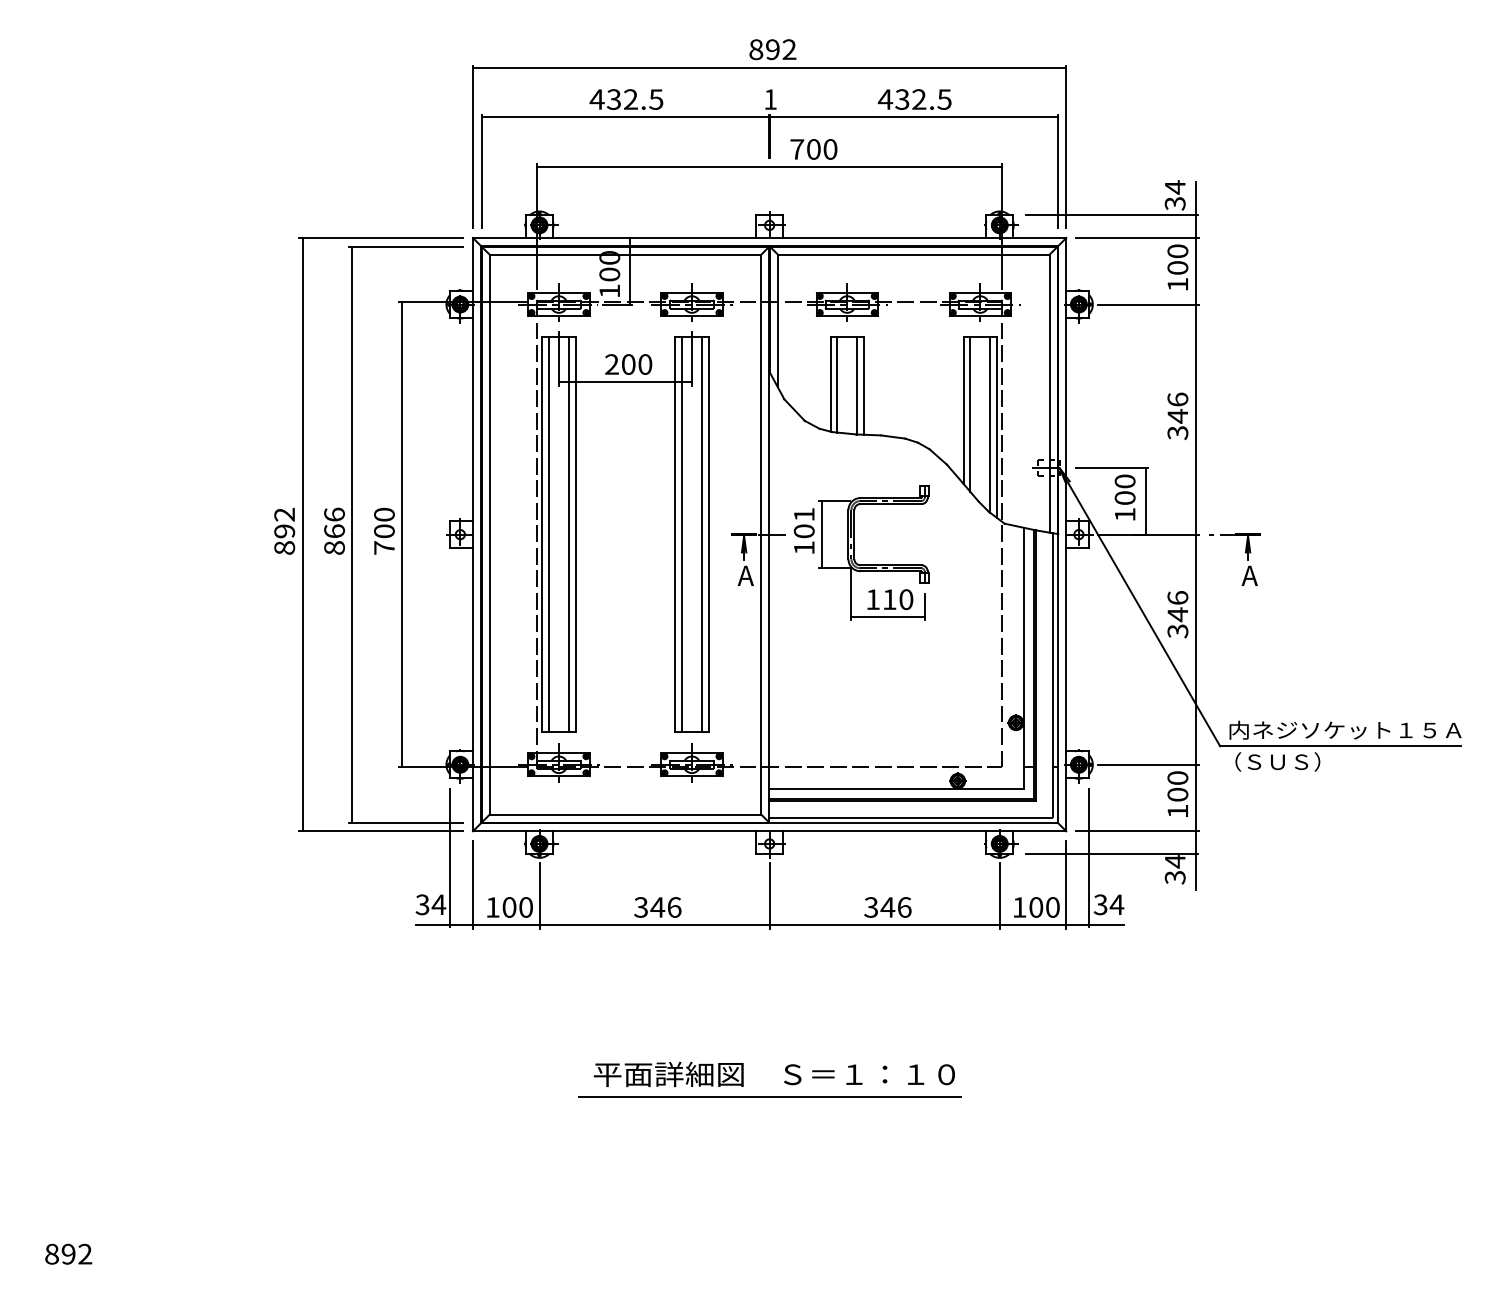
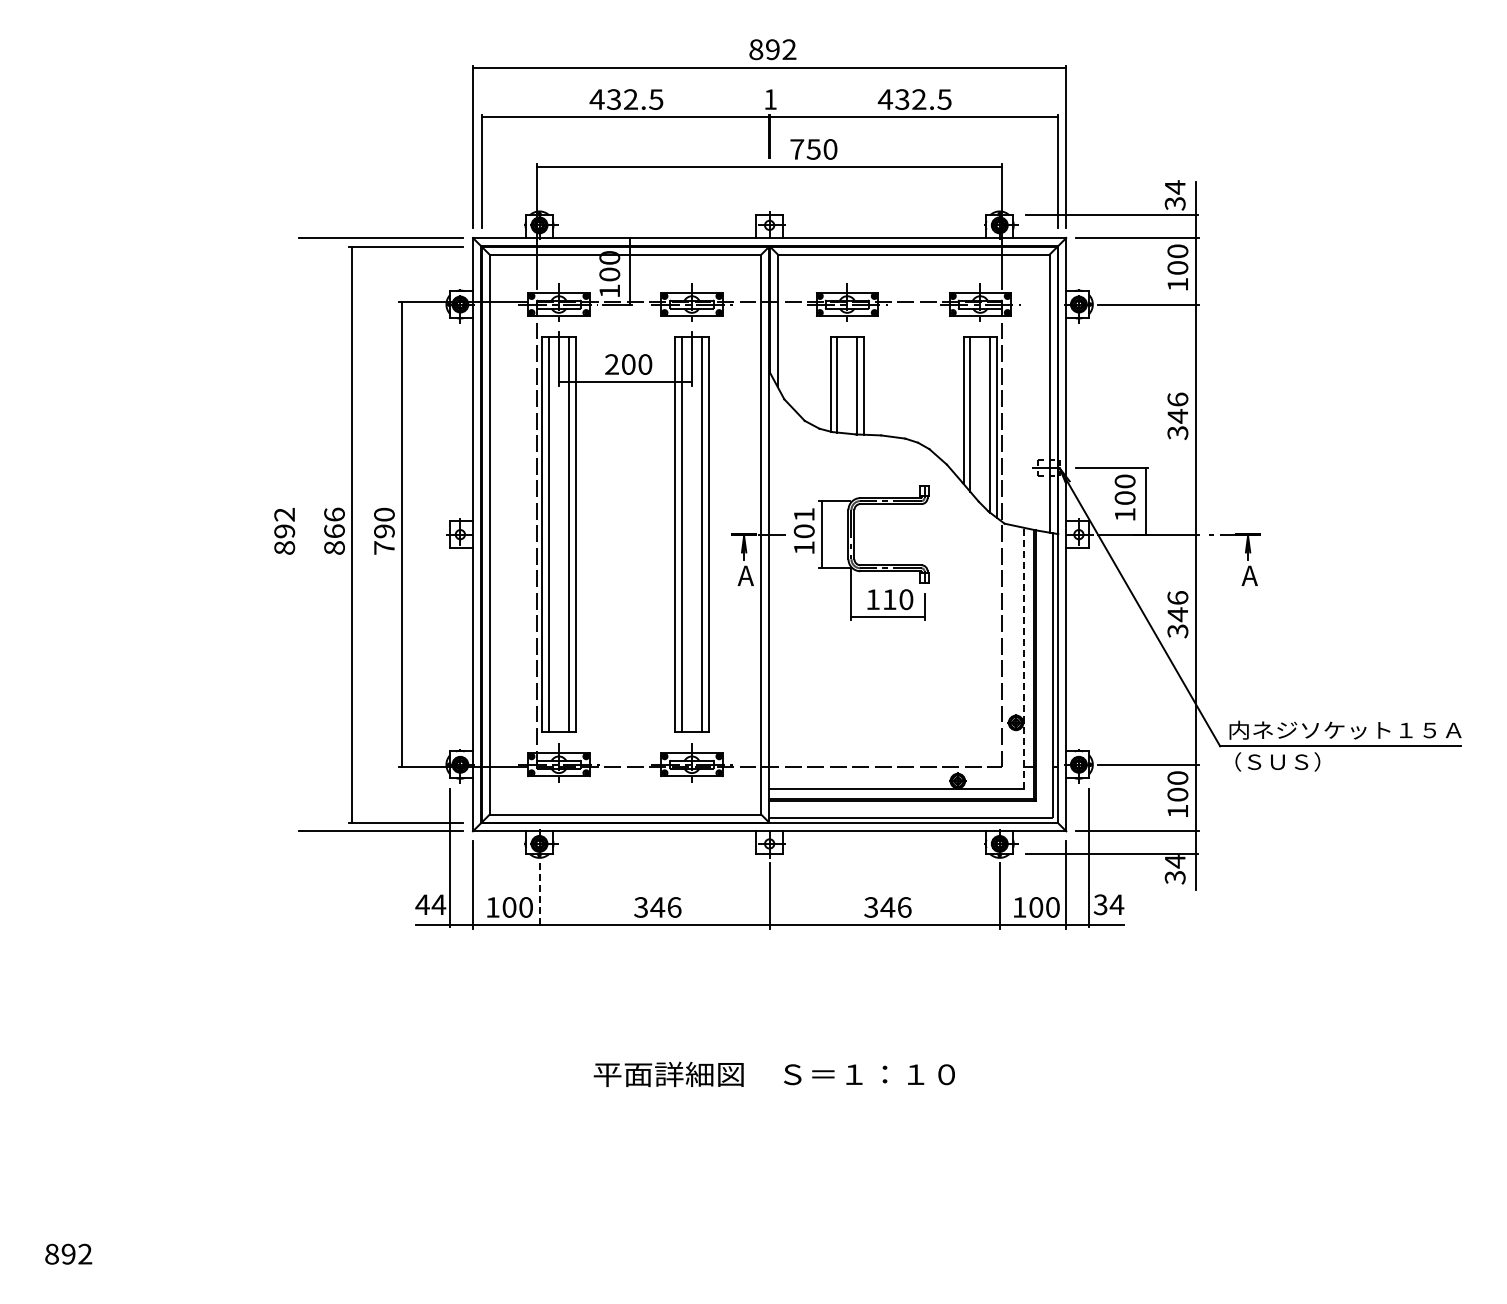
text at (813, 149): 700 -> 750
text at (384, 531): 700 -> 790
line at (302, 534): present -> none
line at (1024, 658): solid -> dashed
line at (539, 895): solid -> dashed
text at (422, 904): 34 -> 44
line at (769, 1096): present -> none
